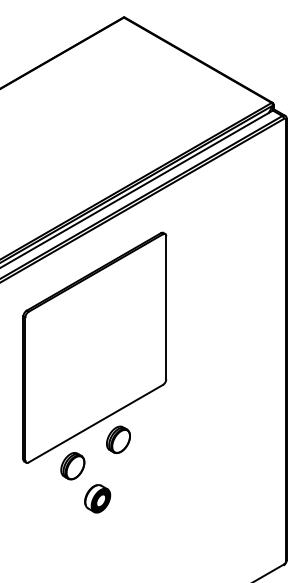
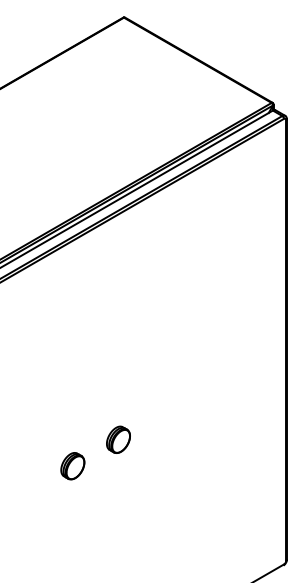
part at (94, 347): present -> none
part at (97, 498): present -> none
